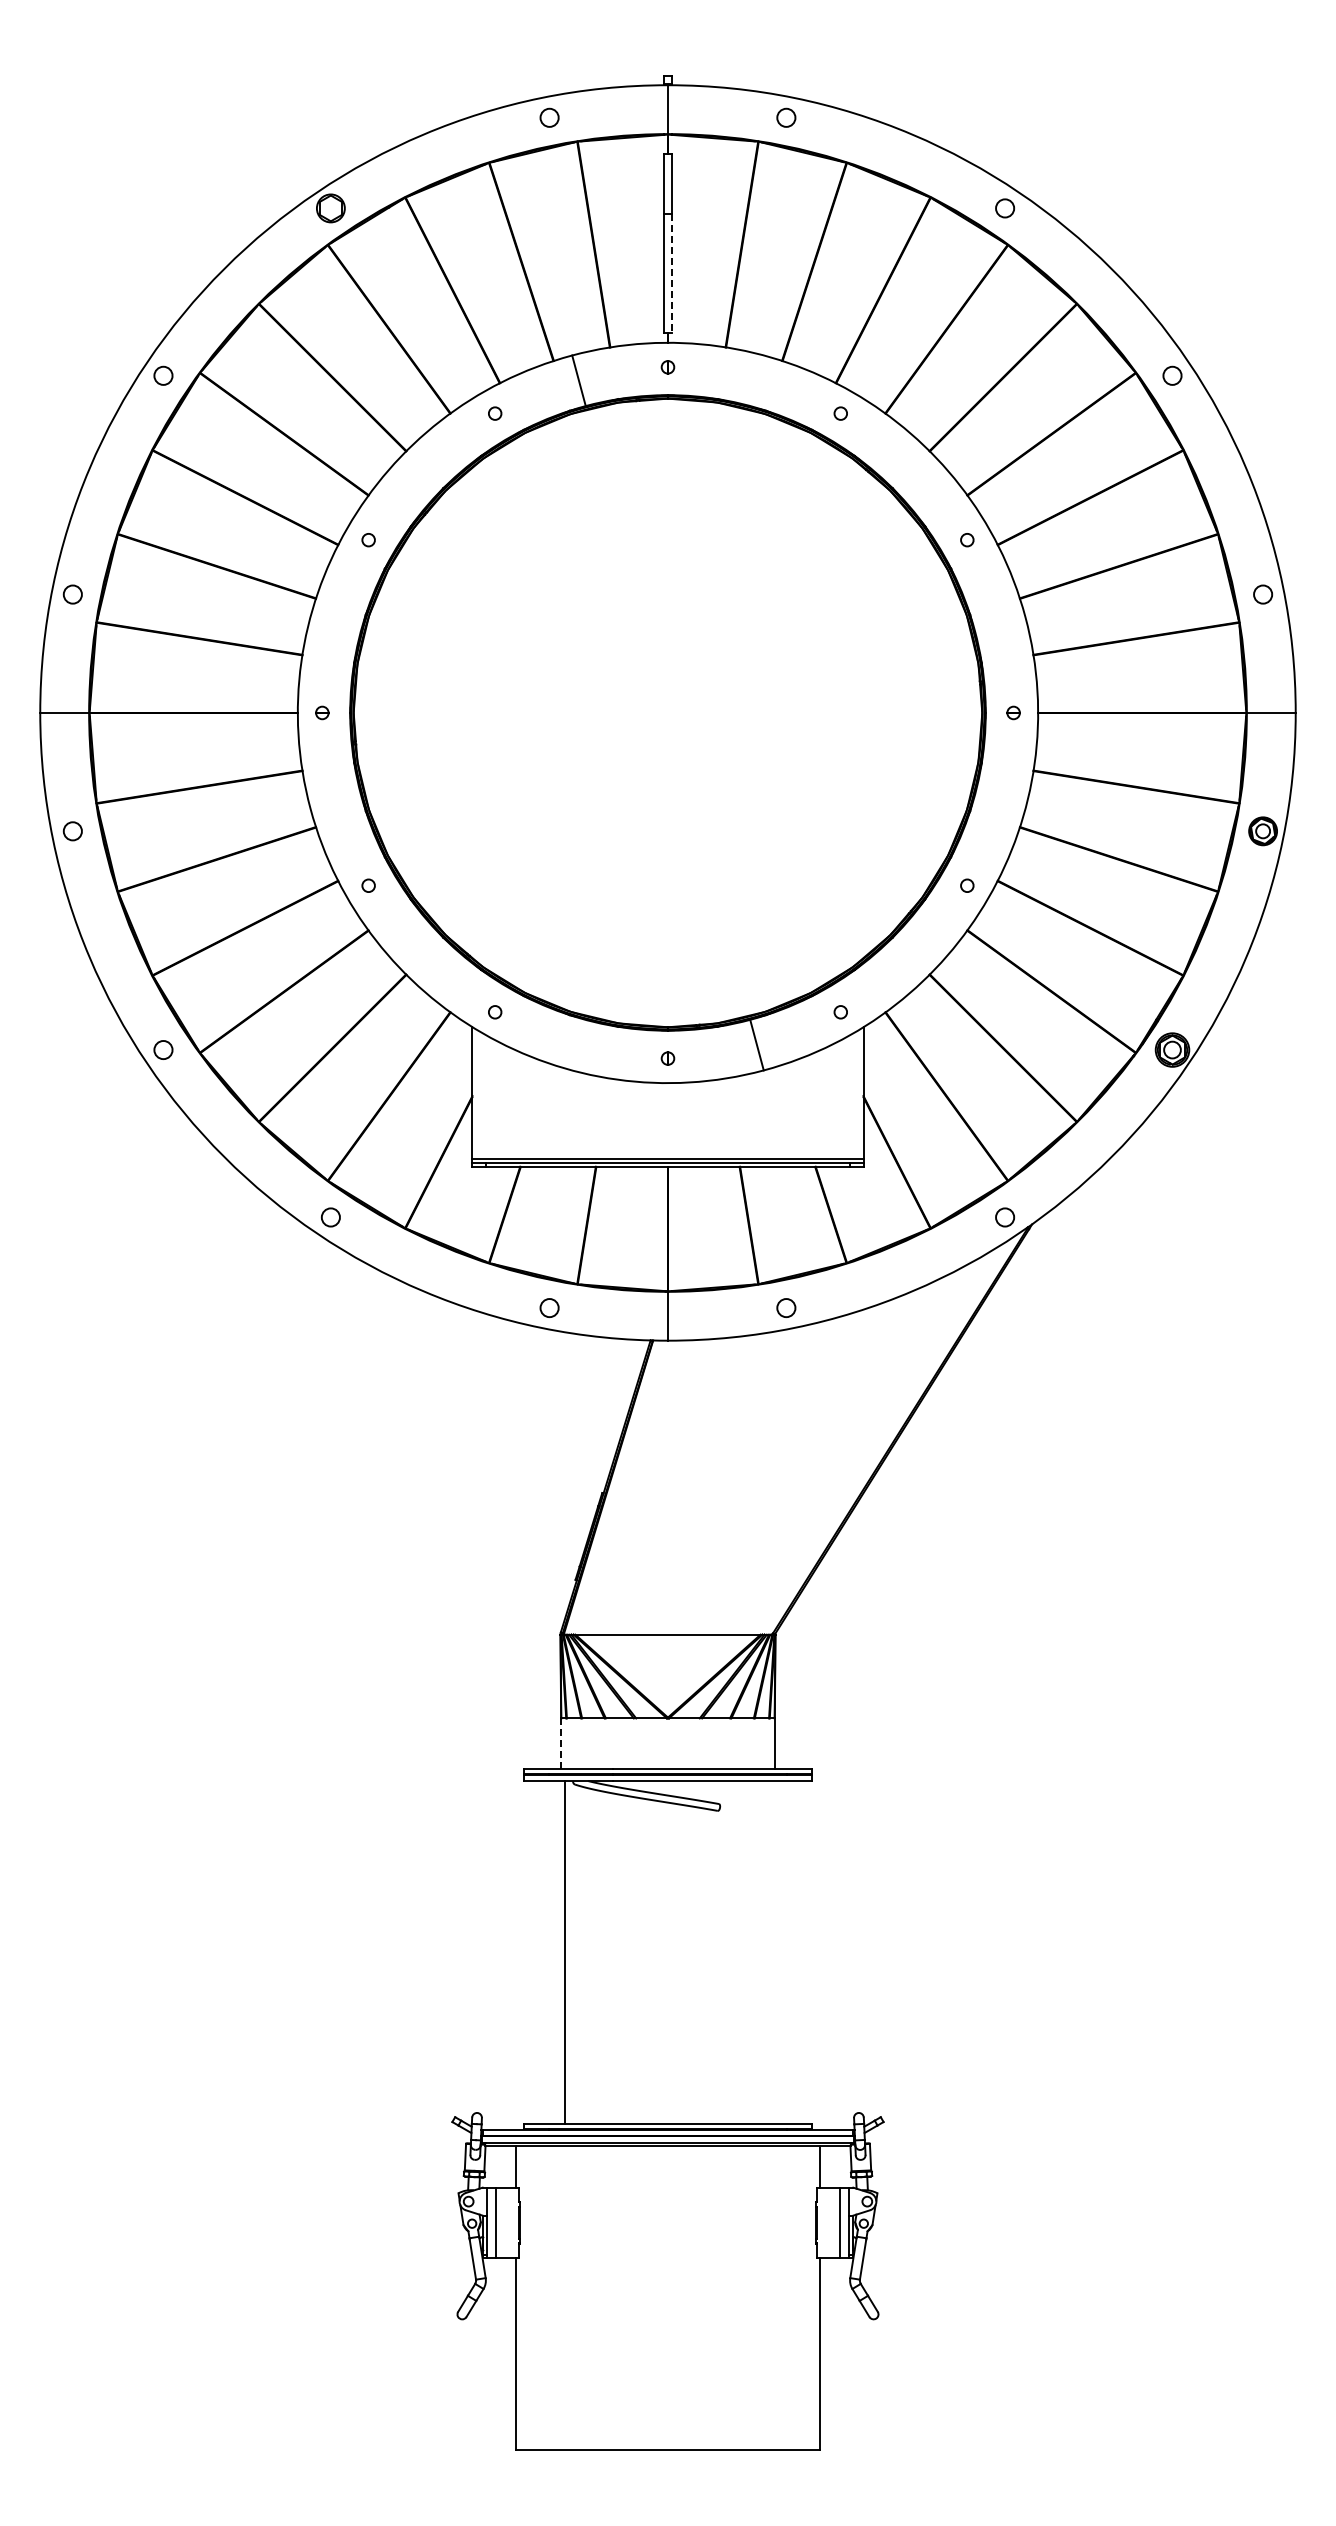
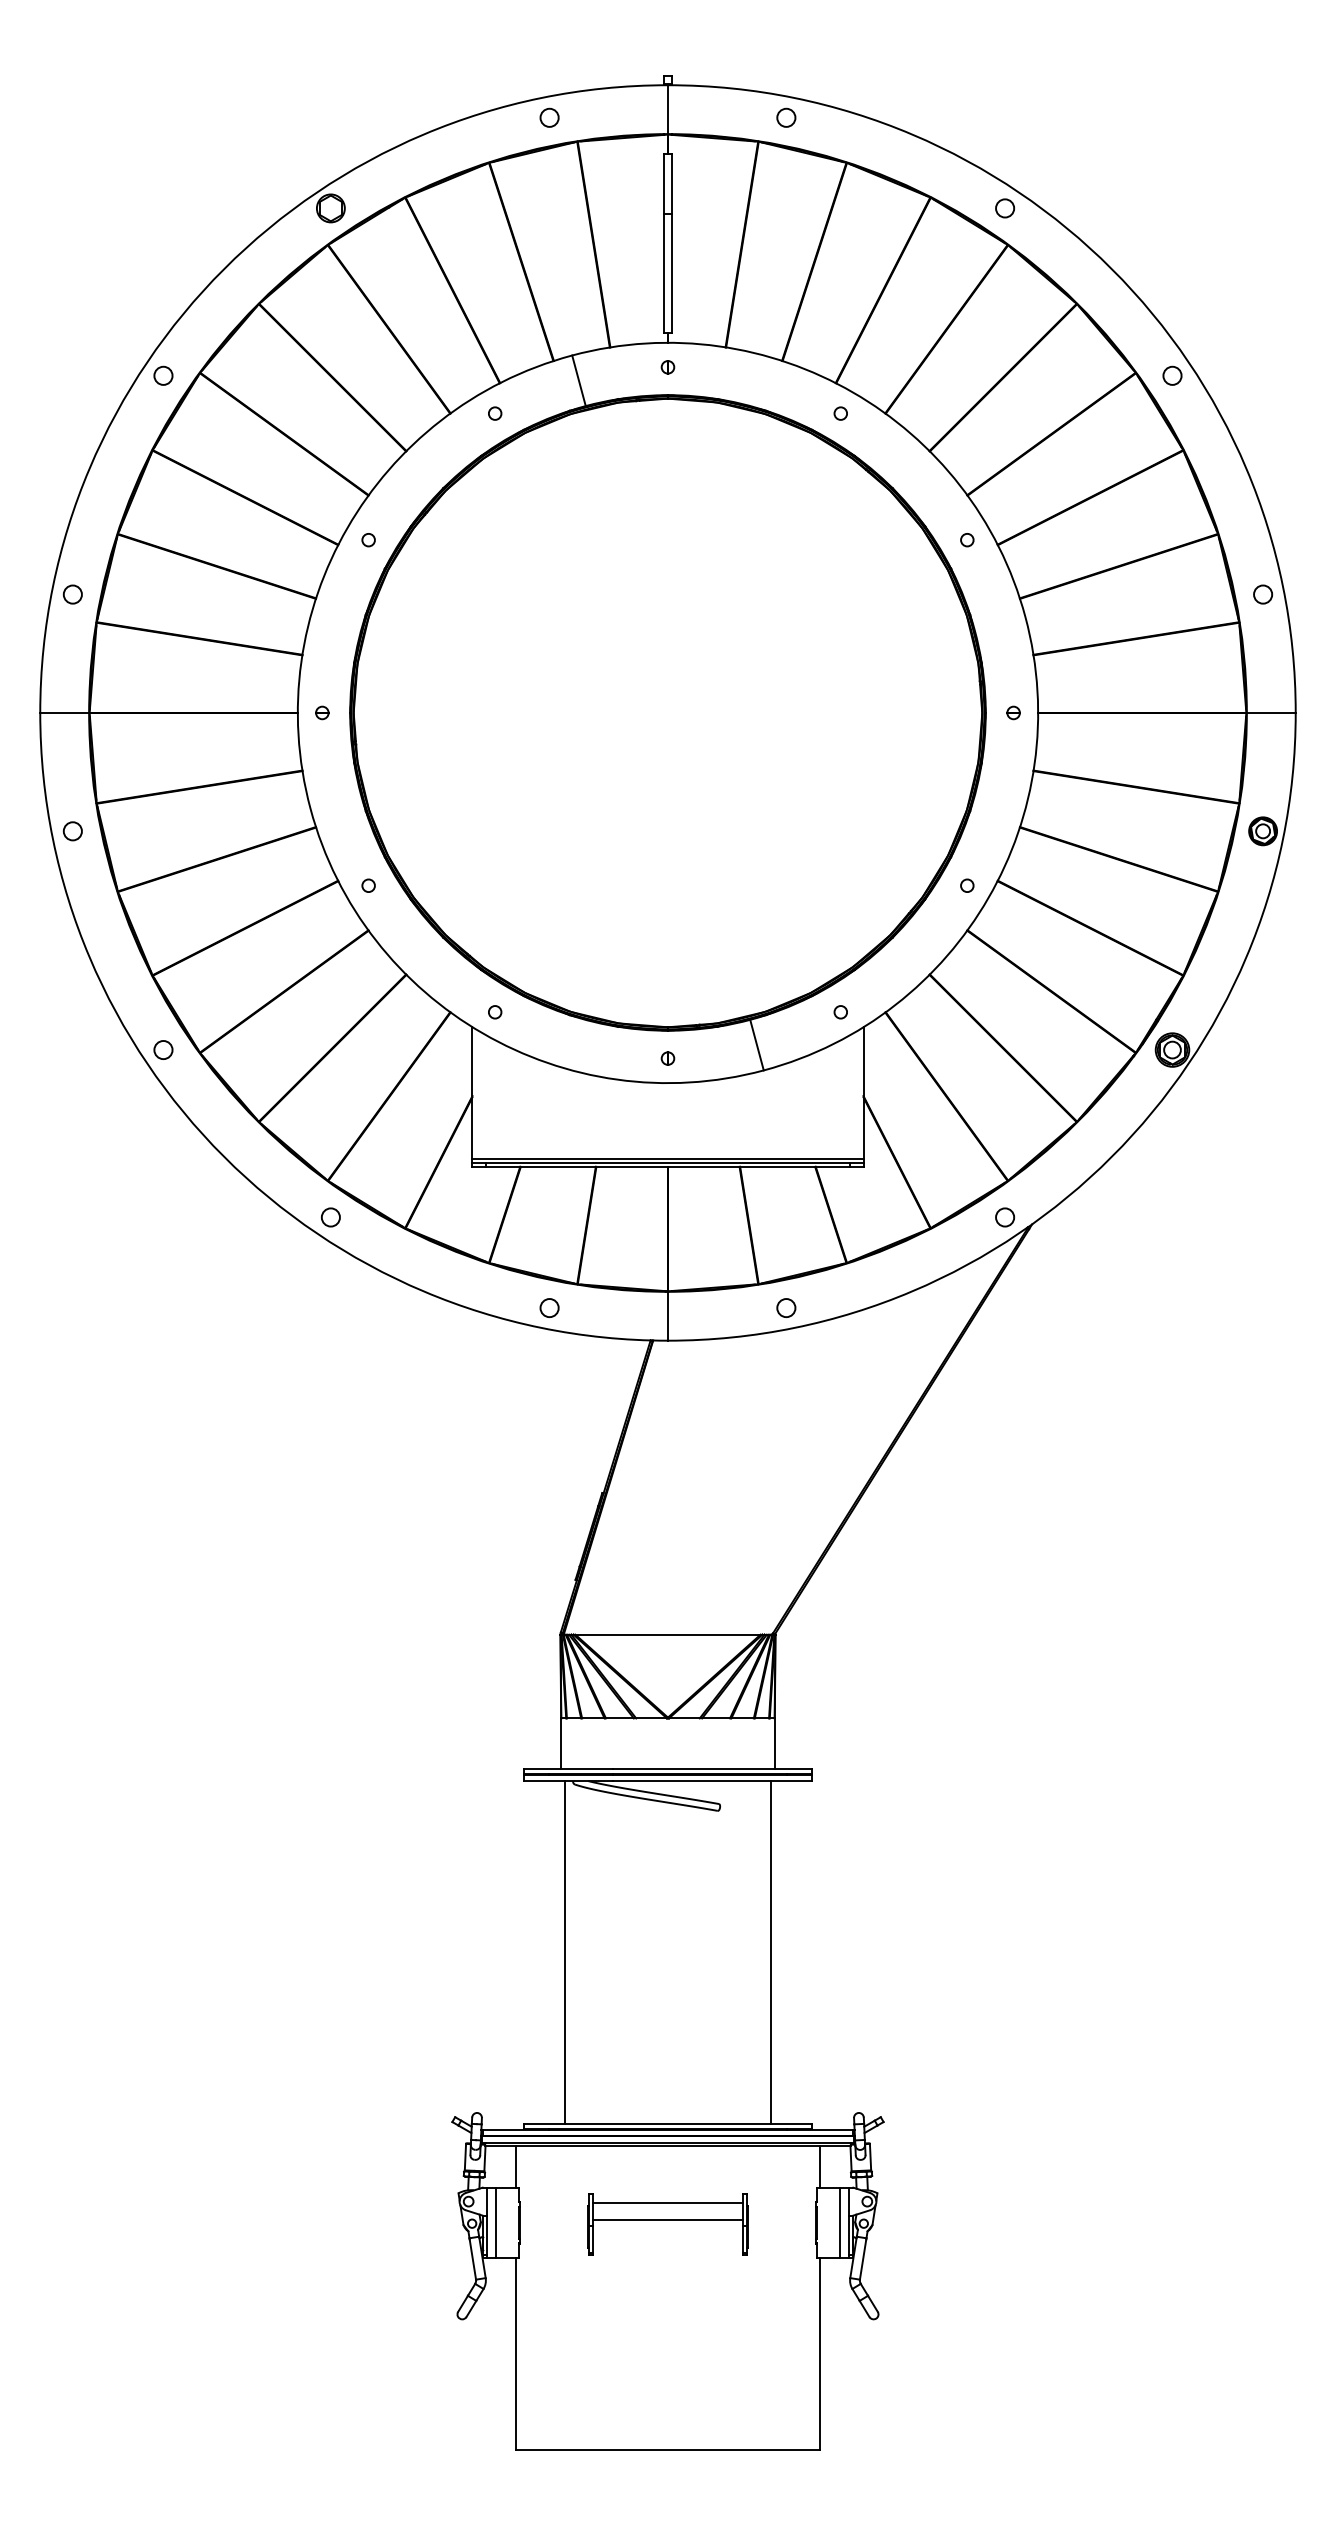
line at (672, 273): dashed -> solid
line at (561, 1744): dashed -> solid
line at (771, 1952): none -> present
part at (667, 2224): none -> present
